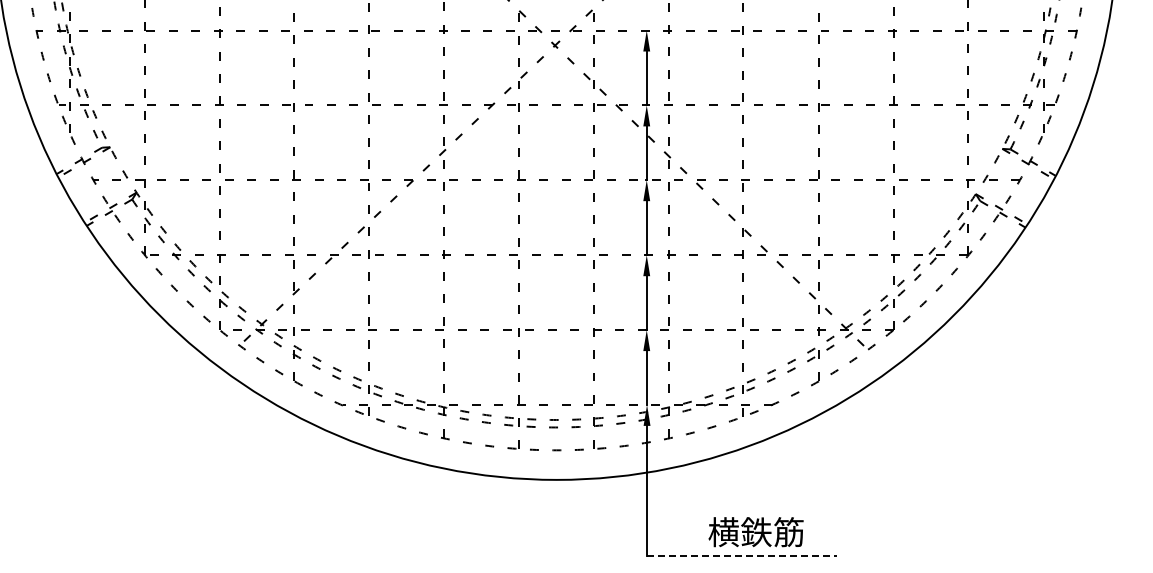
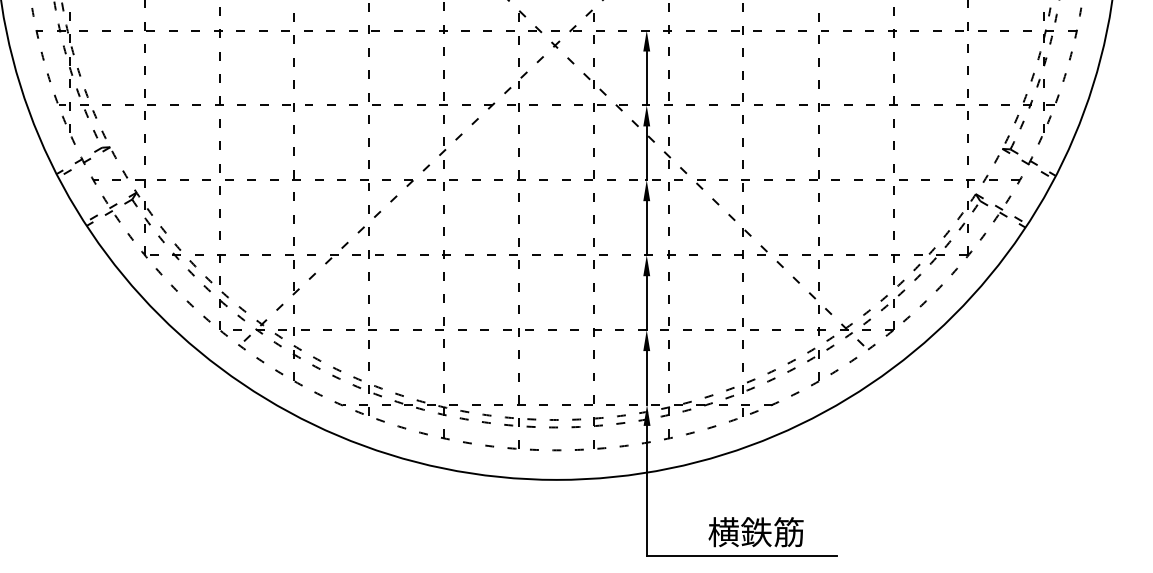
line at (742, 555): dashed -> solid
